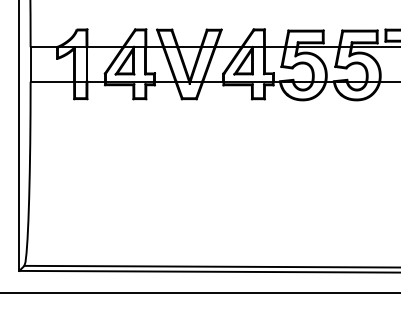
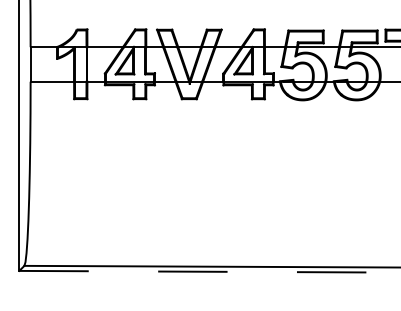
line at (210, 271): solid -> dashed
line at (199, 293): present -> none
